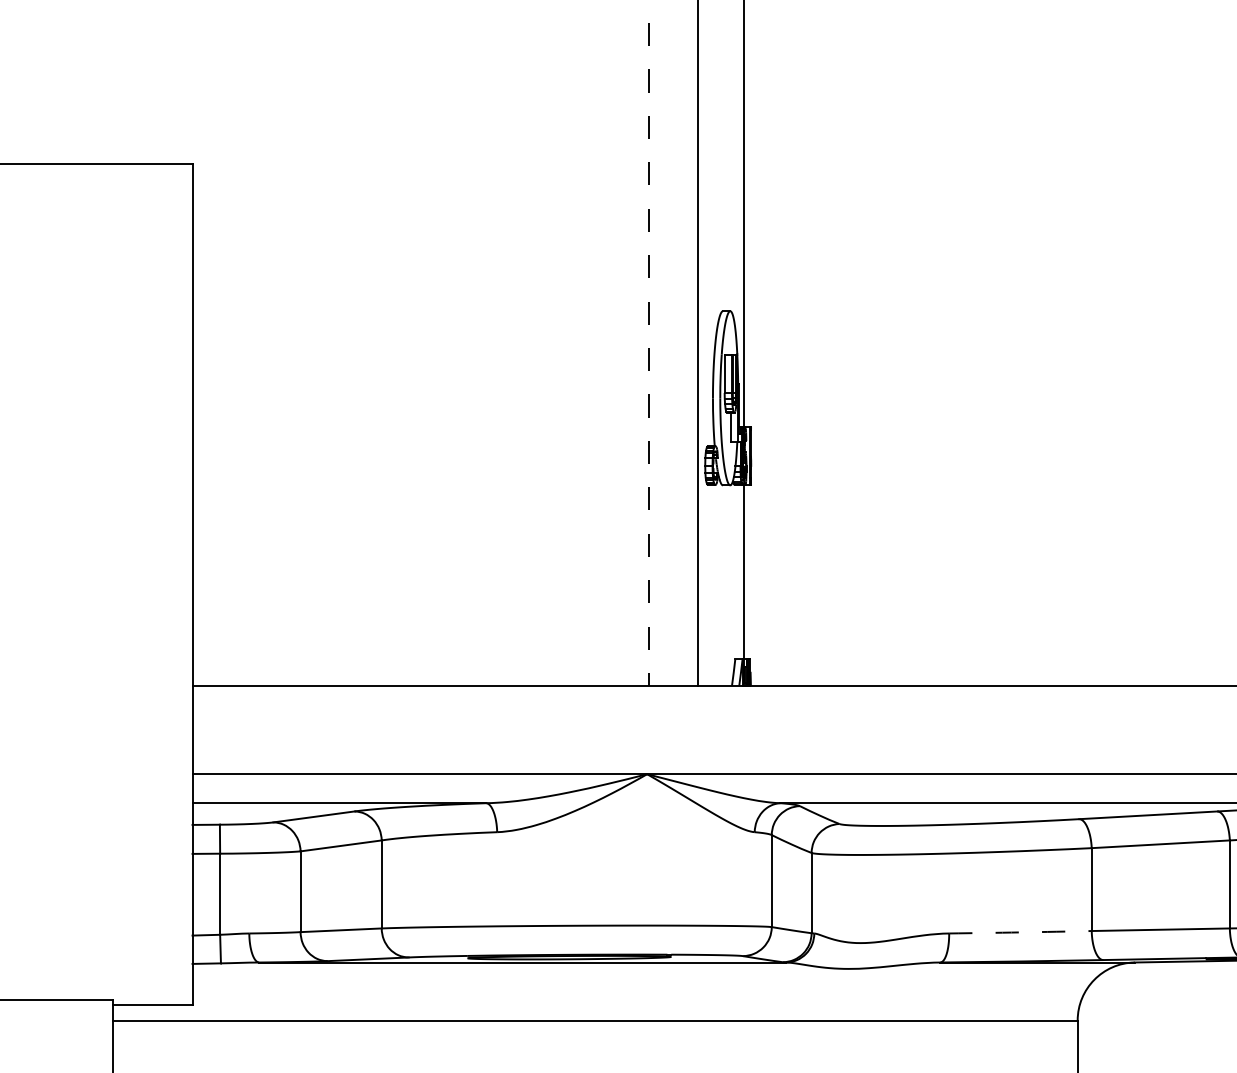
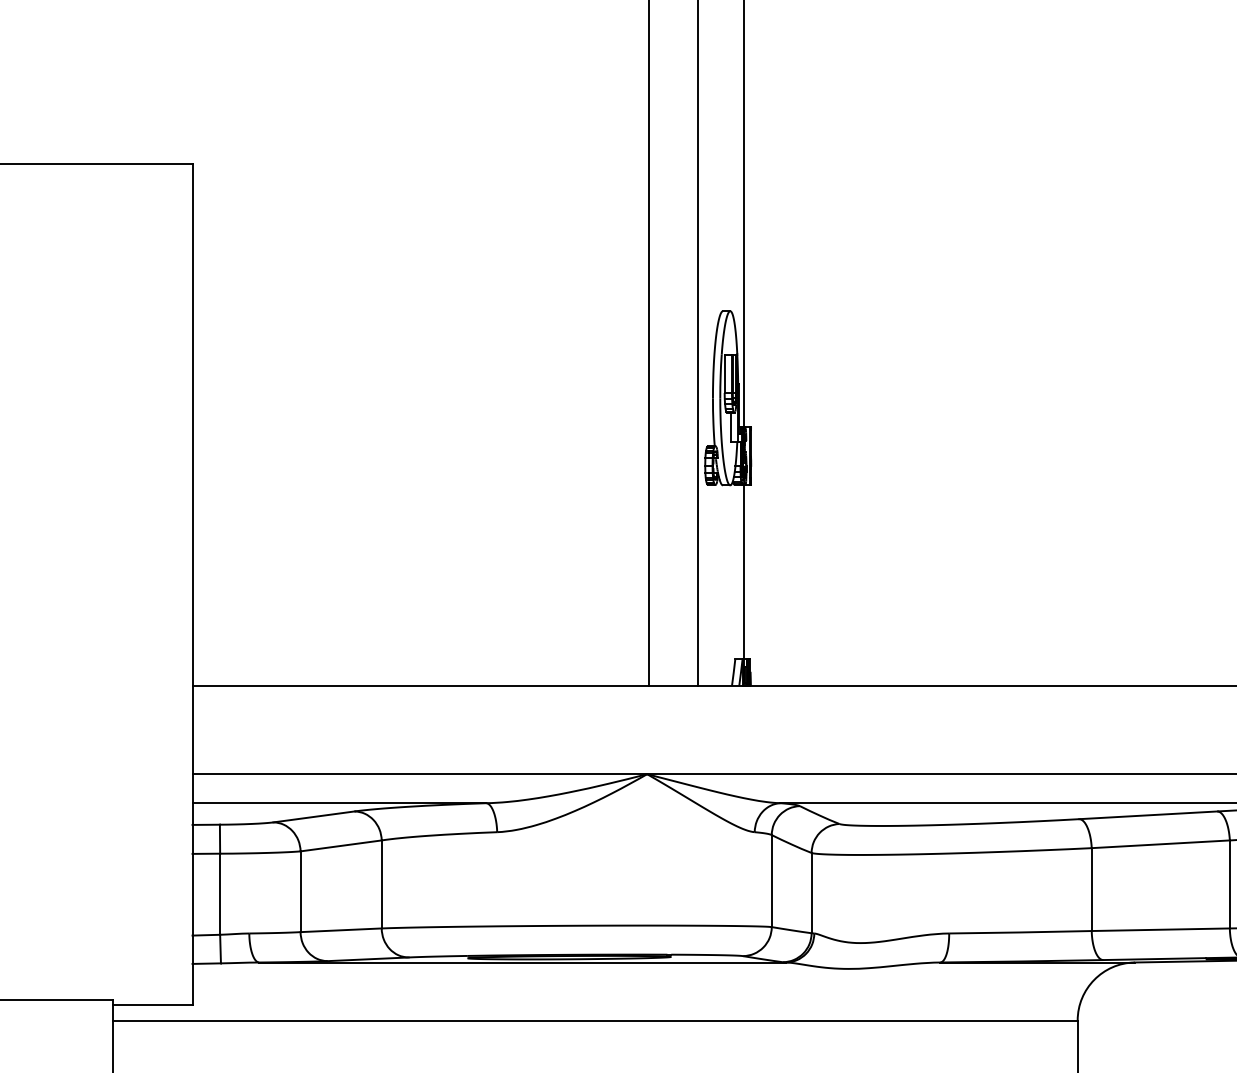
line at (649, 342): dashed -> solid
arc at (1020, 932): dashed -> solid
